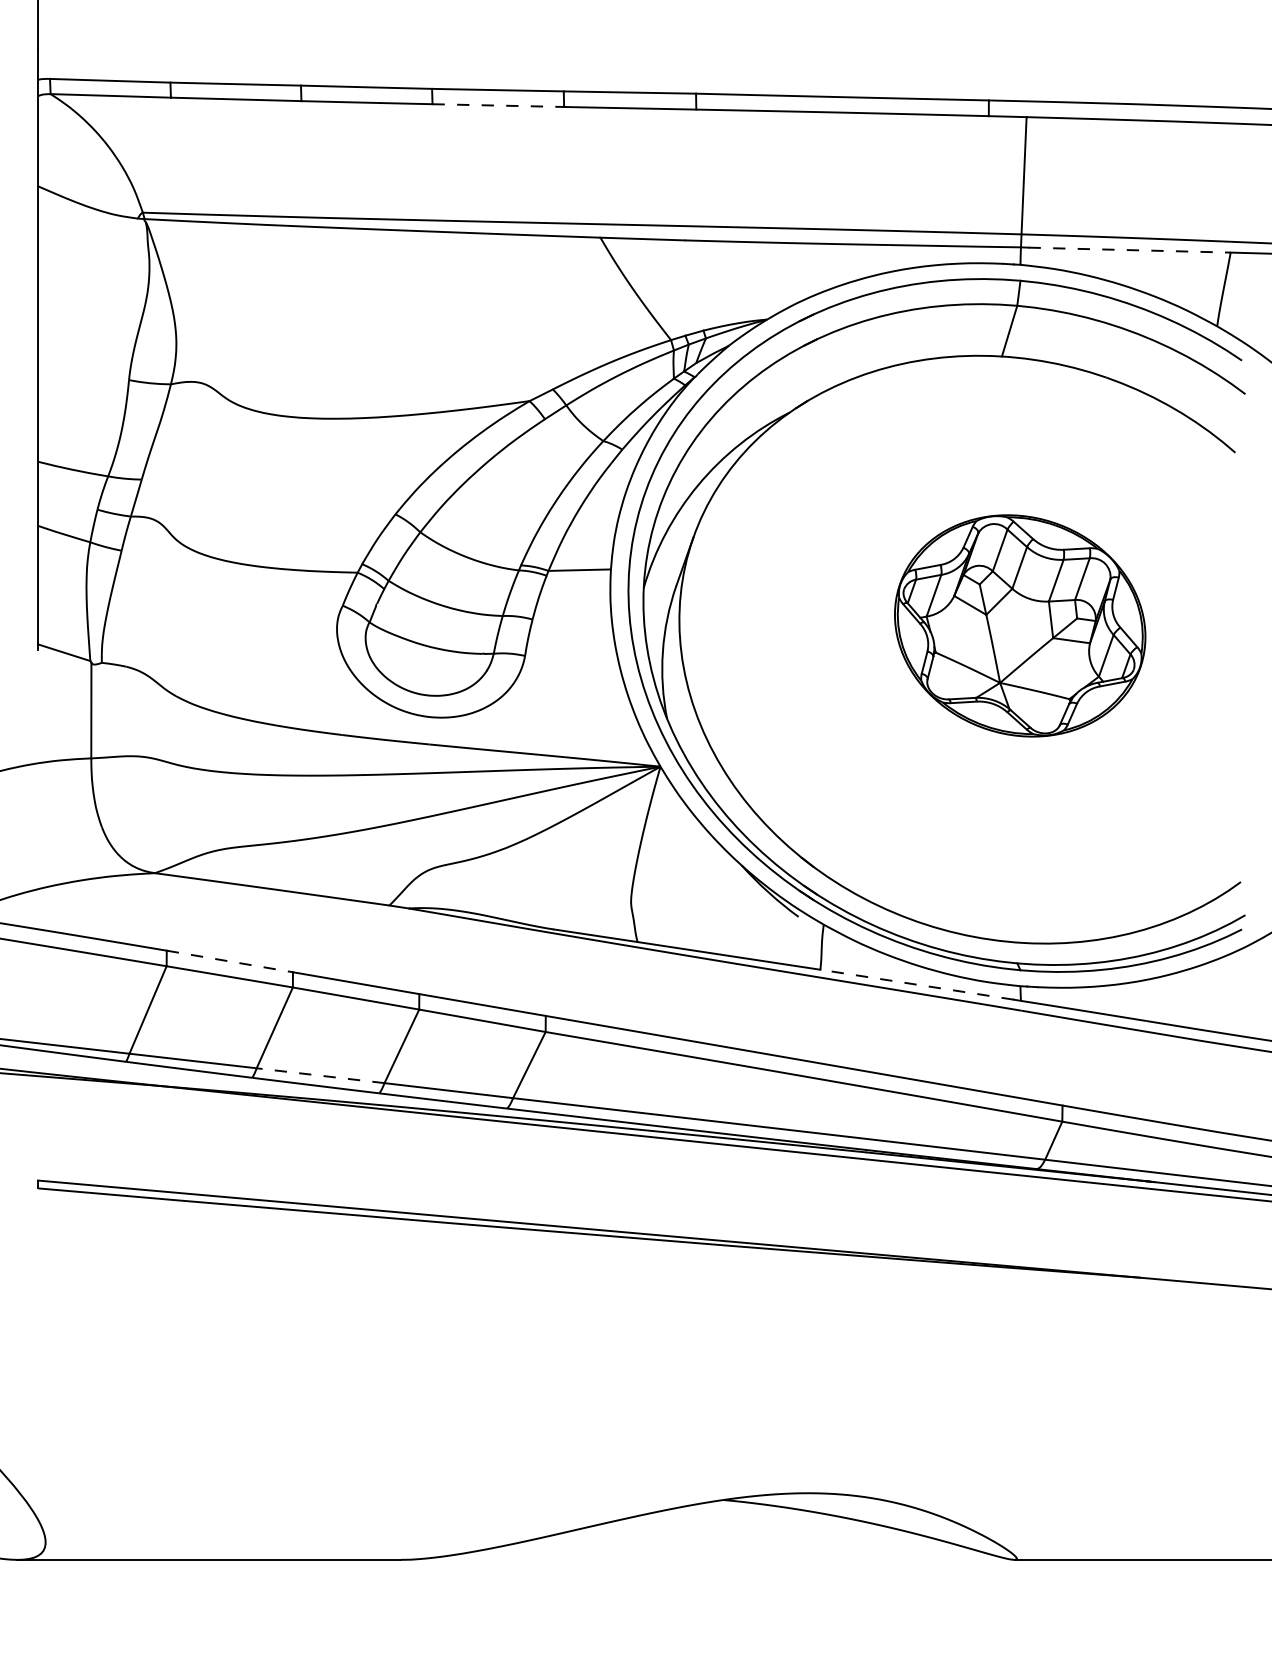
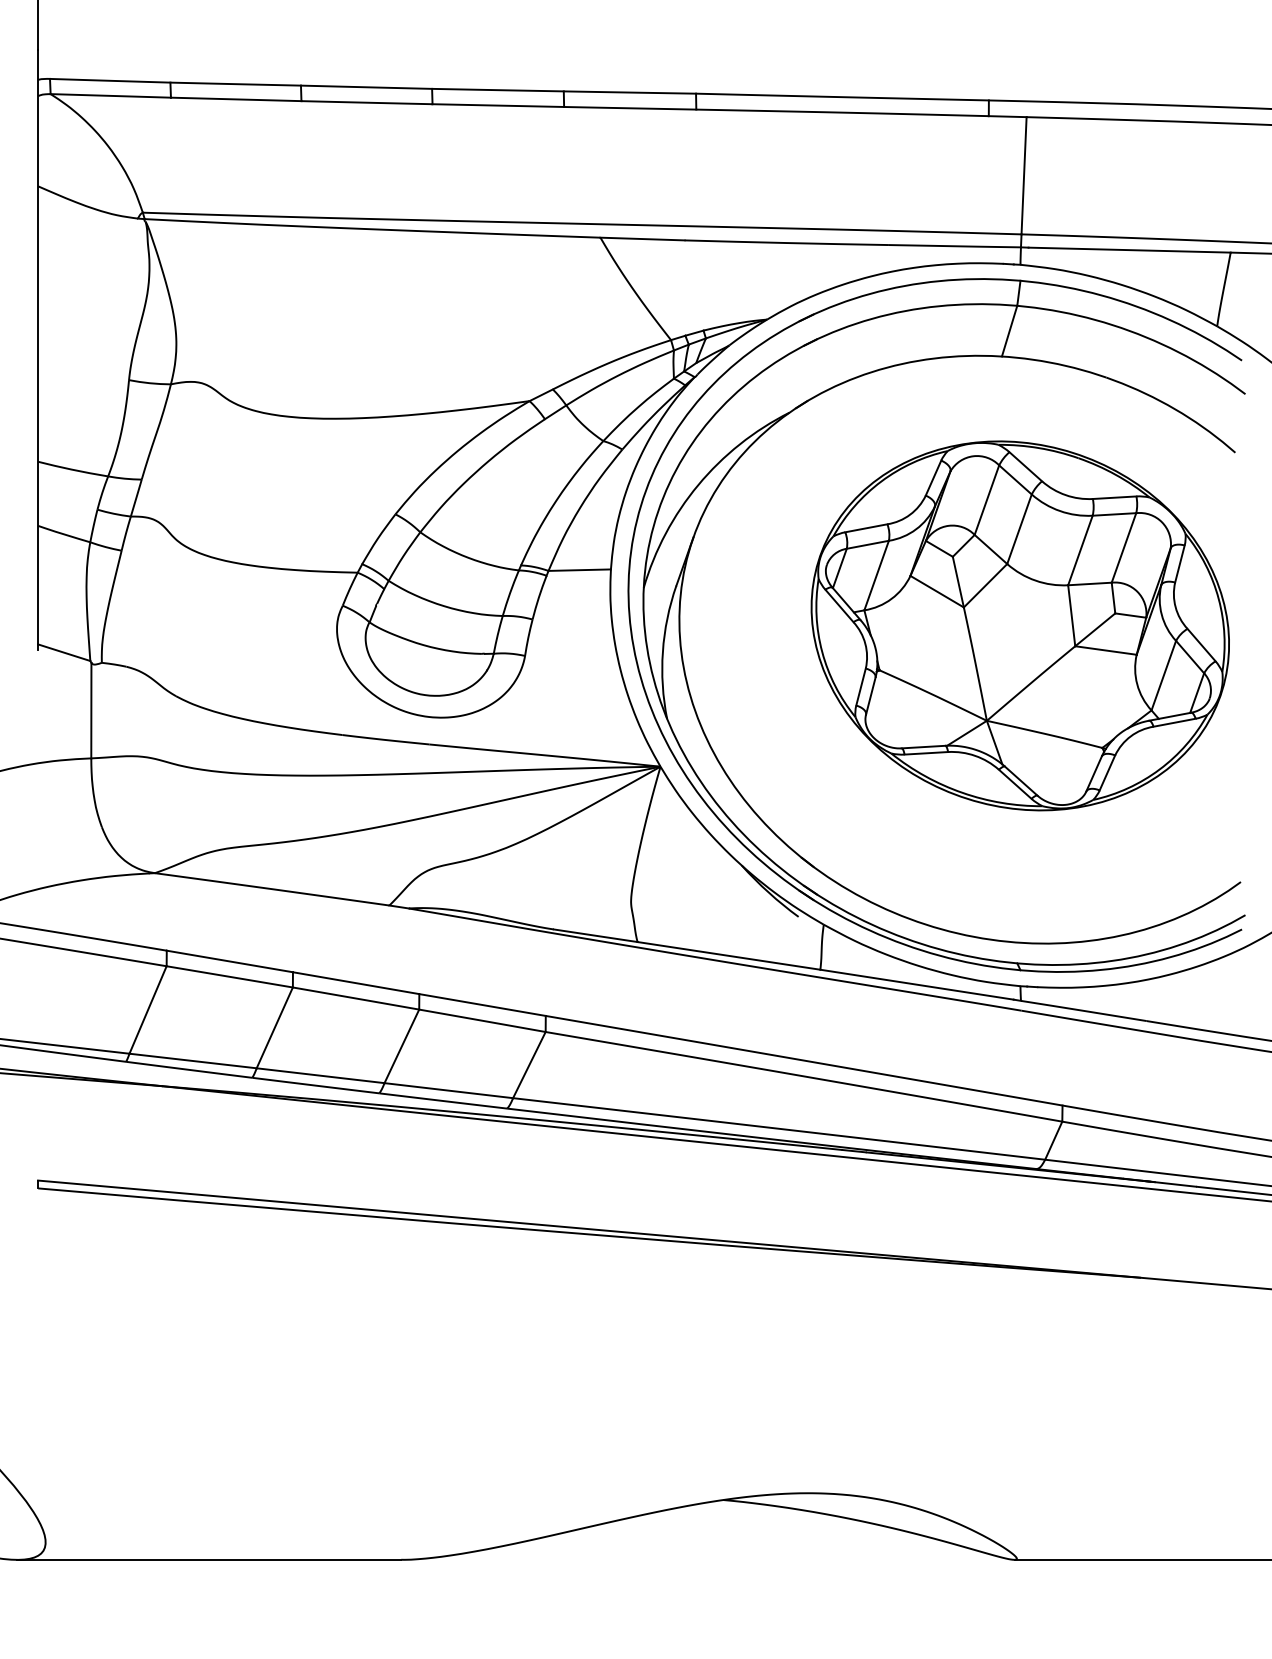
line at (498, 105): dashed -> solid
line at (1130, 250): dashed -> solid
part at (1020, 625) size: 253x224 px -> 420x372 px
line at (230, 961): dashed -> solid
line at (917, 984): dashed -> solid
line at (320, 1075): dashed -> solid
